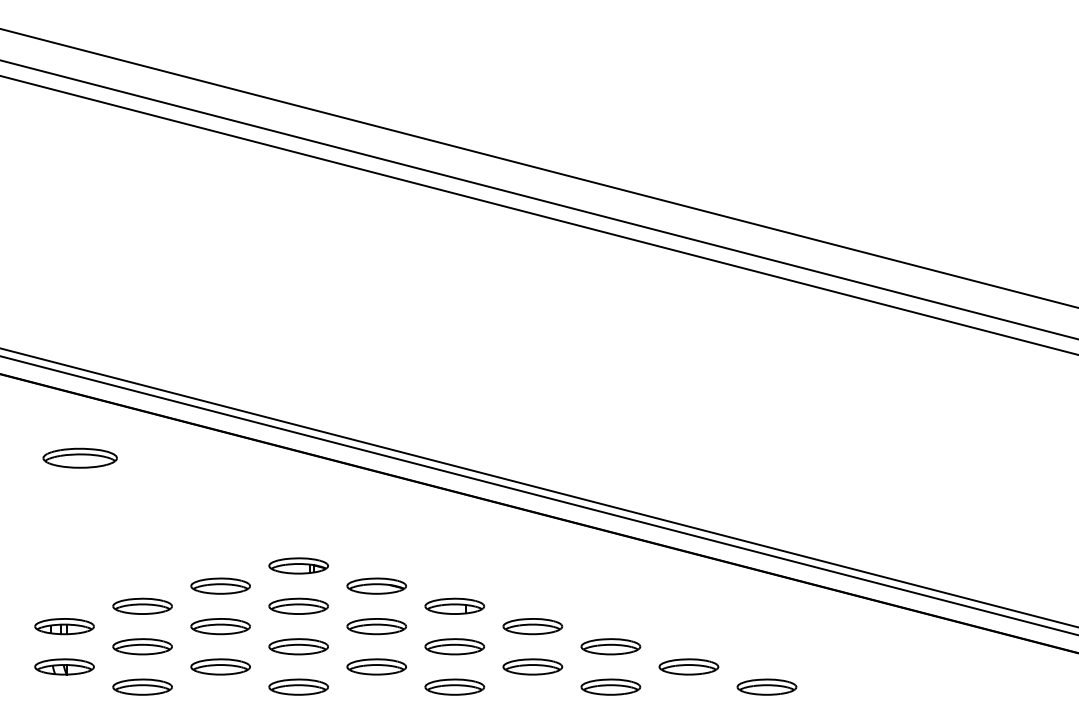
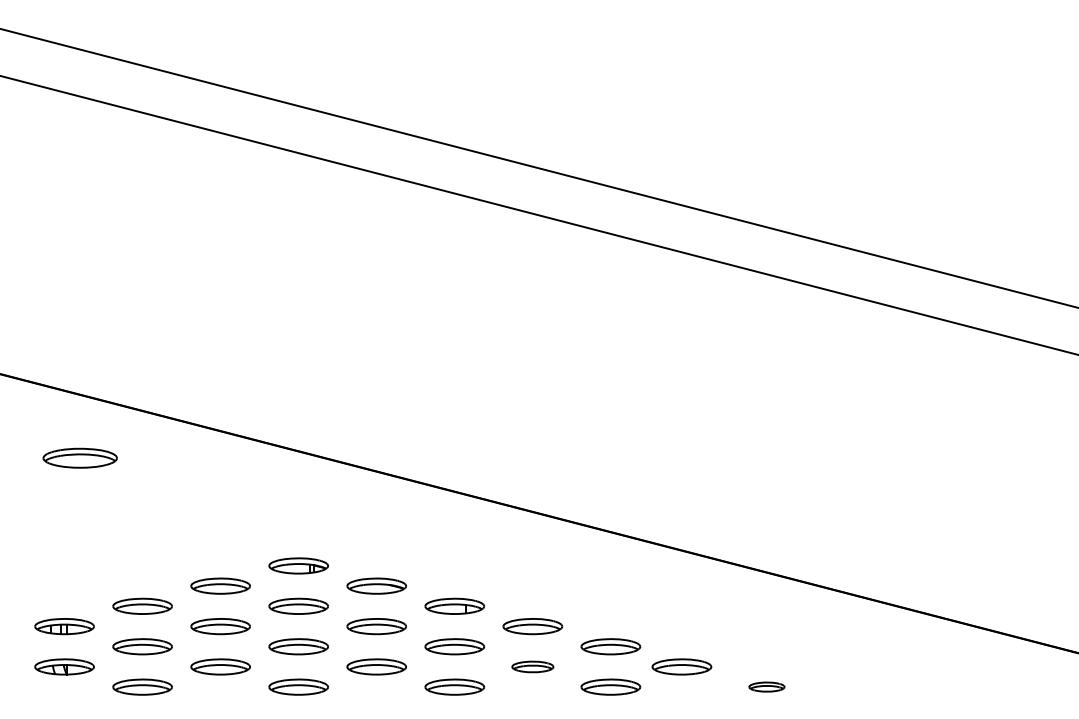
line at (538, 199): present -> none
line at (538, 487): present -> none
line at (538, 495): present -> none
part at (532, 666) size: 62x18 px -> 44x14 px
part at (688, 666) position: (688, 666) -> (681, 666)
part at (766, 686) size: 62x18 px -> 38x12 px
